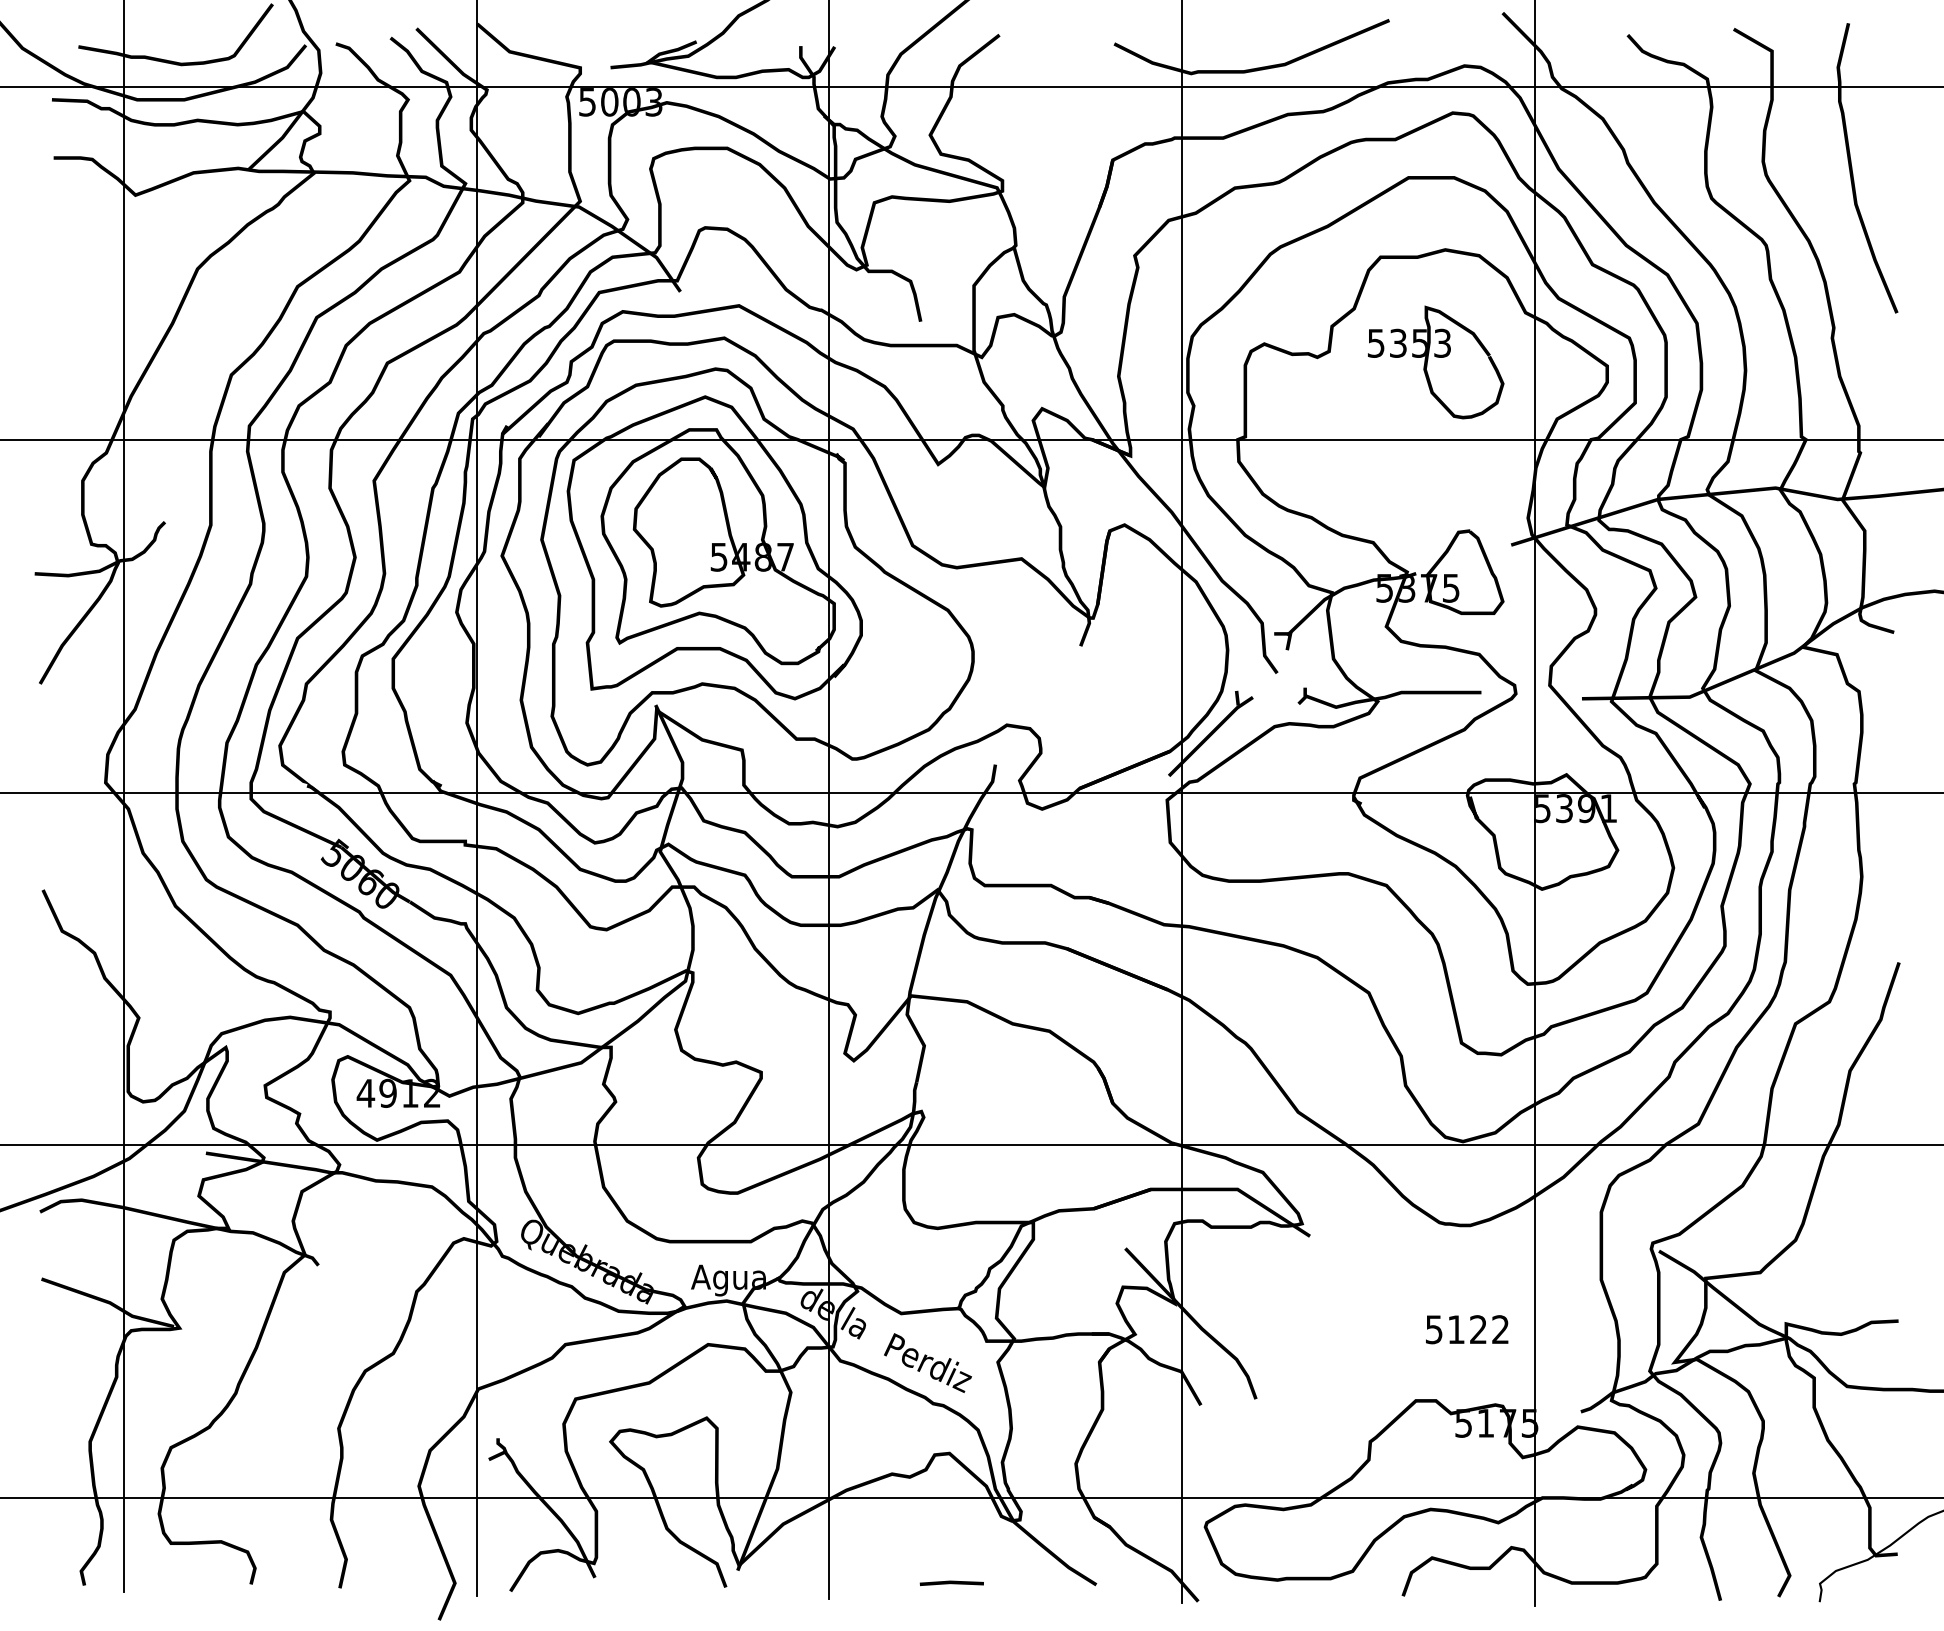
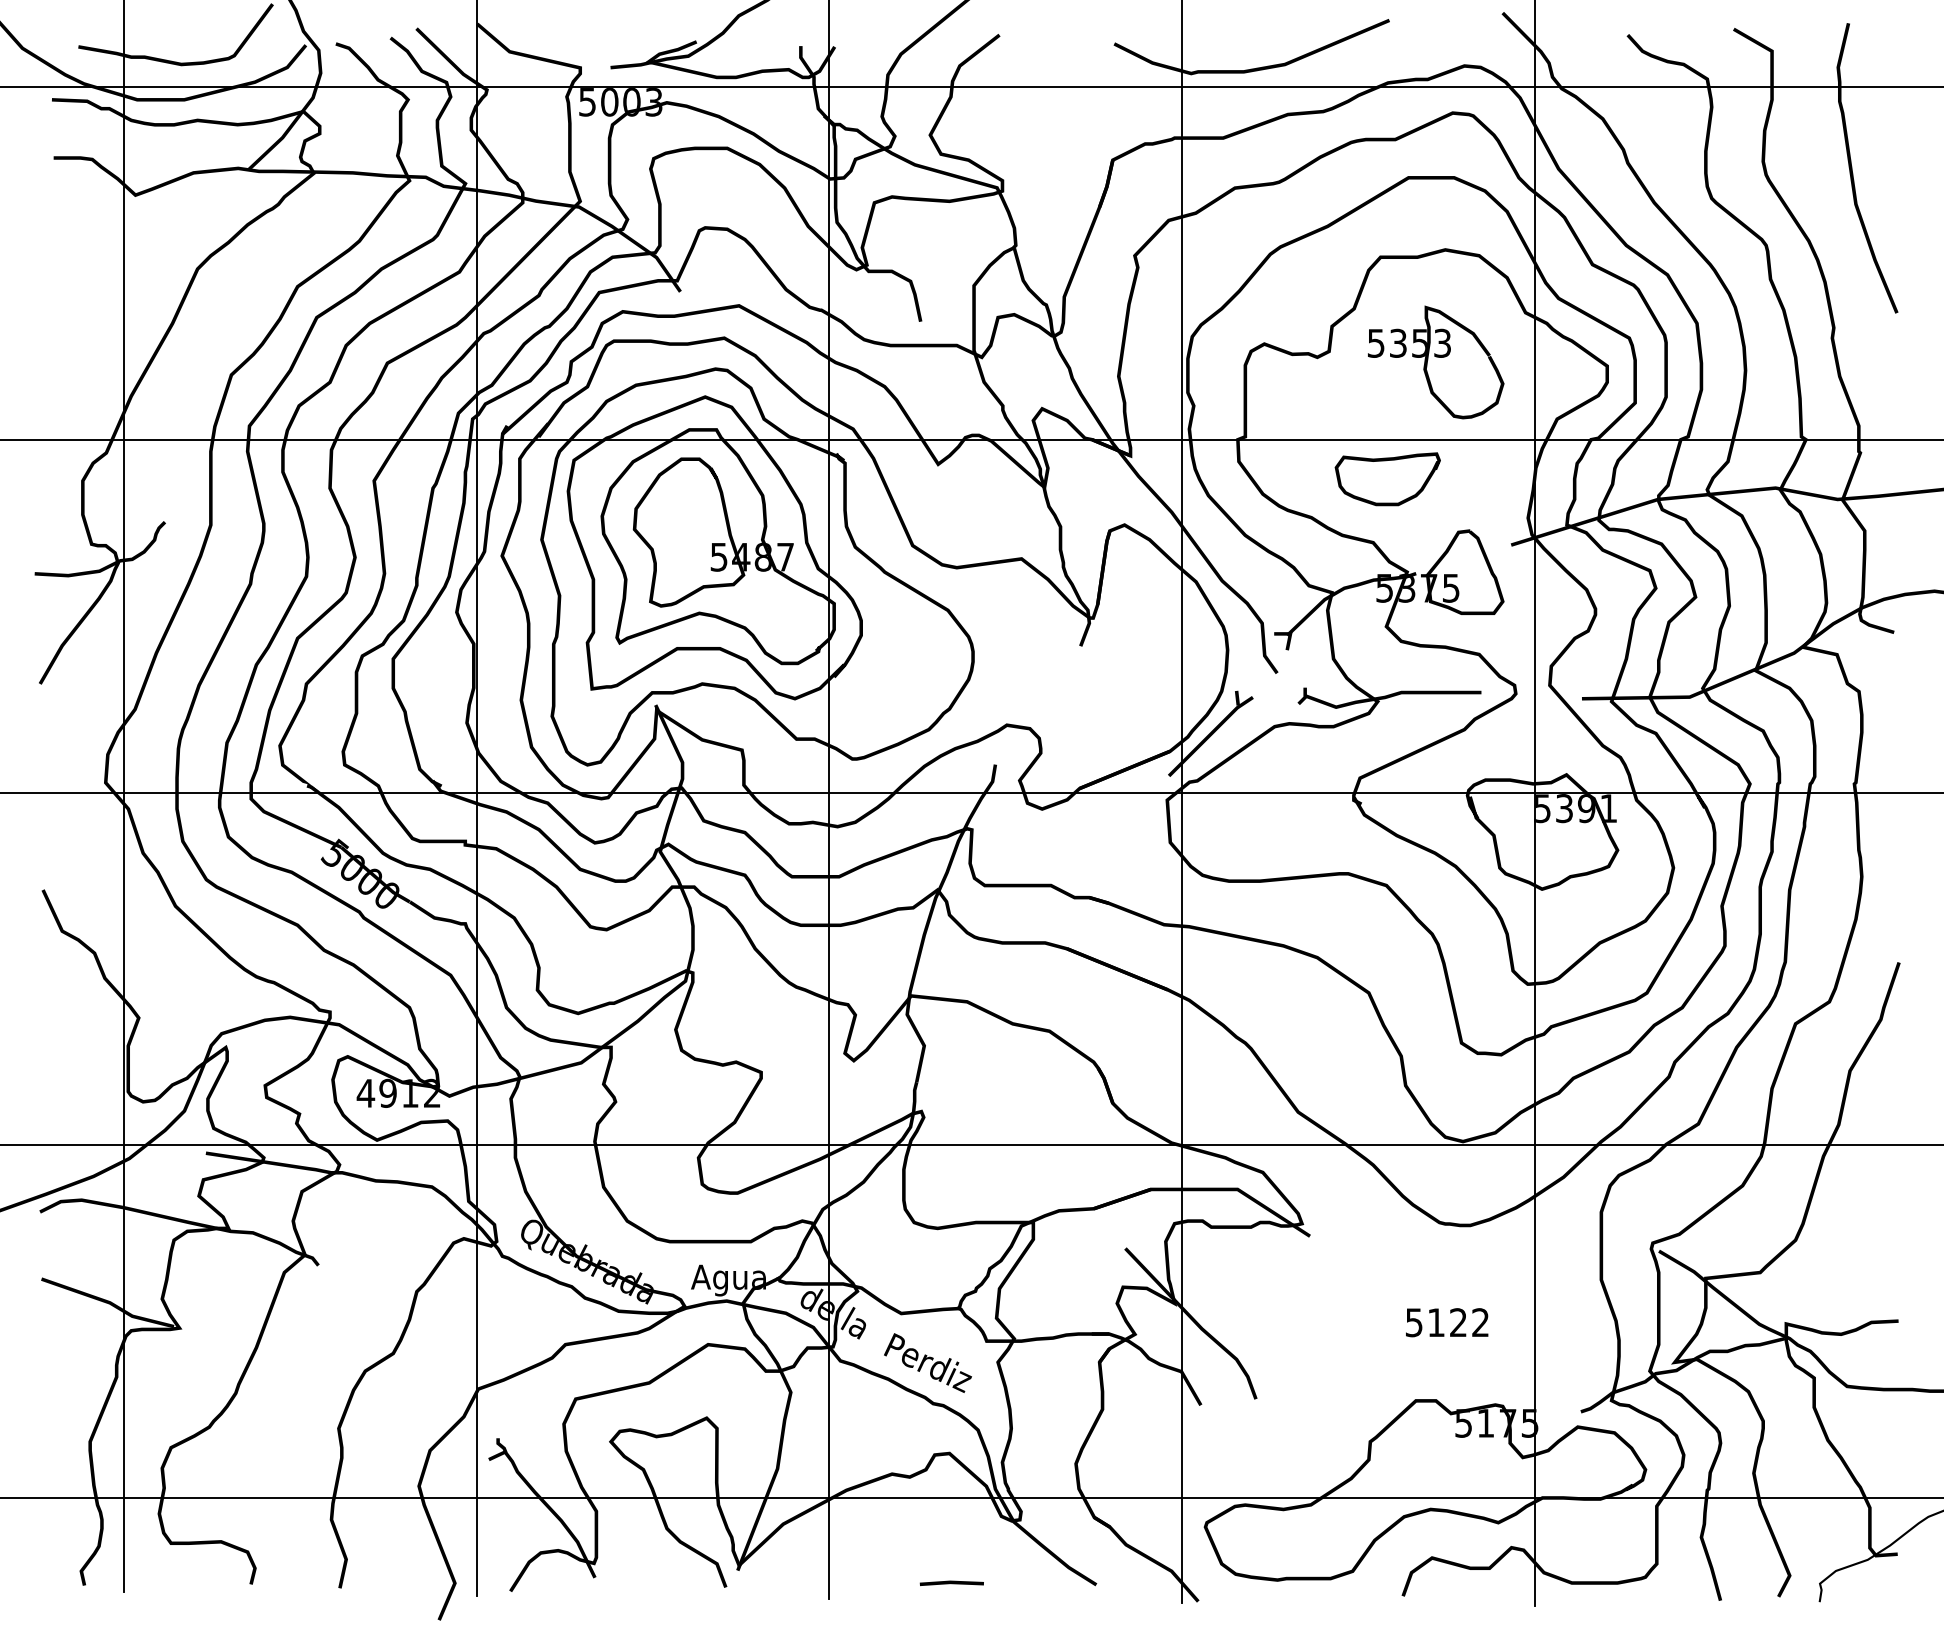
curve at (1386, 461): none -> present
text at (370, 881): 5060 -> 5000
text at (1467, 1329) position: (1467, 1329) -> (1447, 1322)
